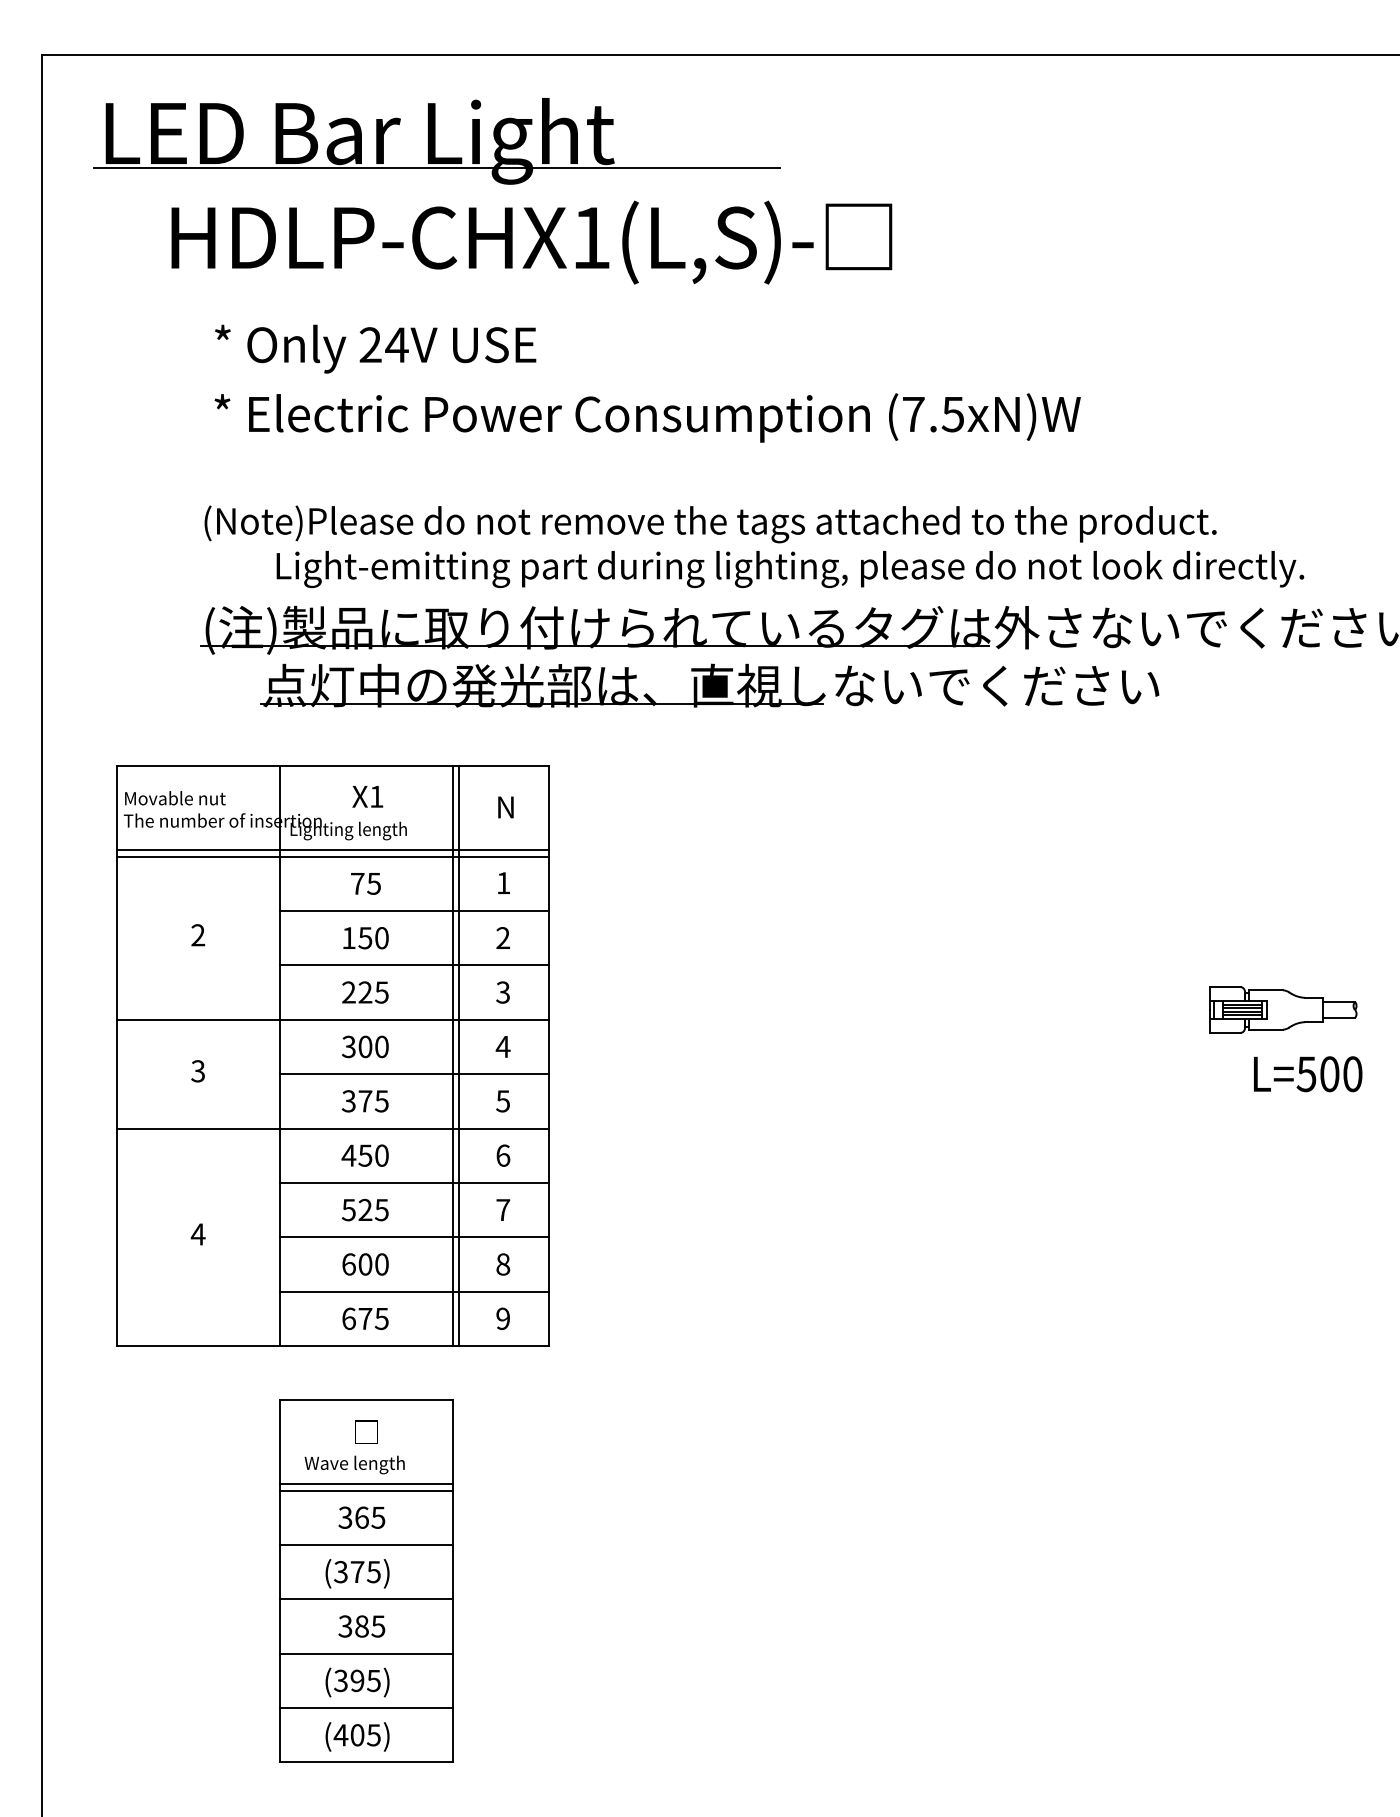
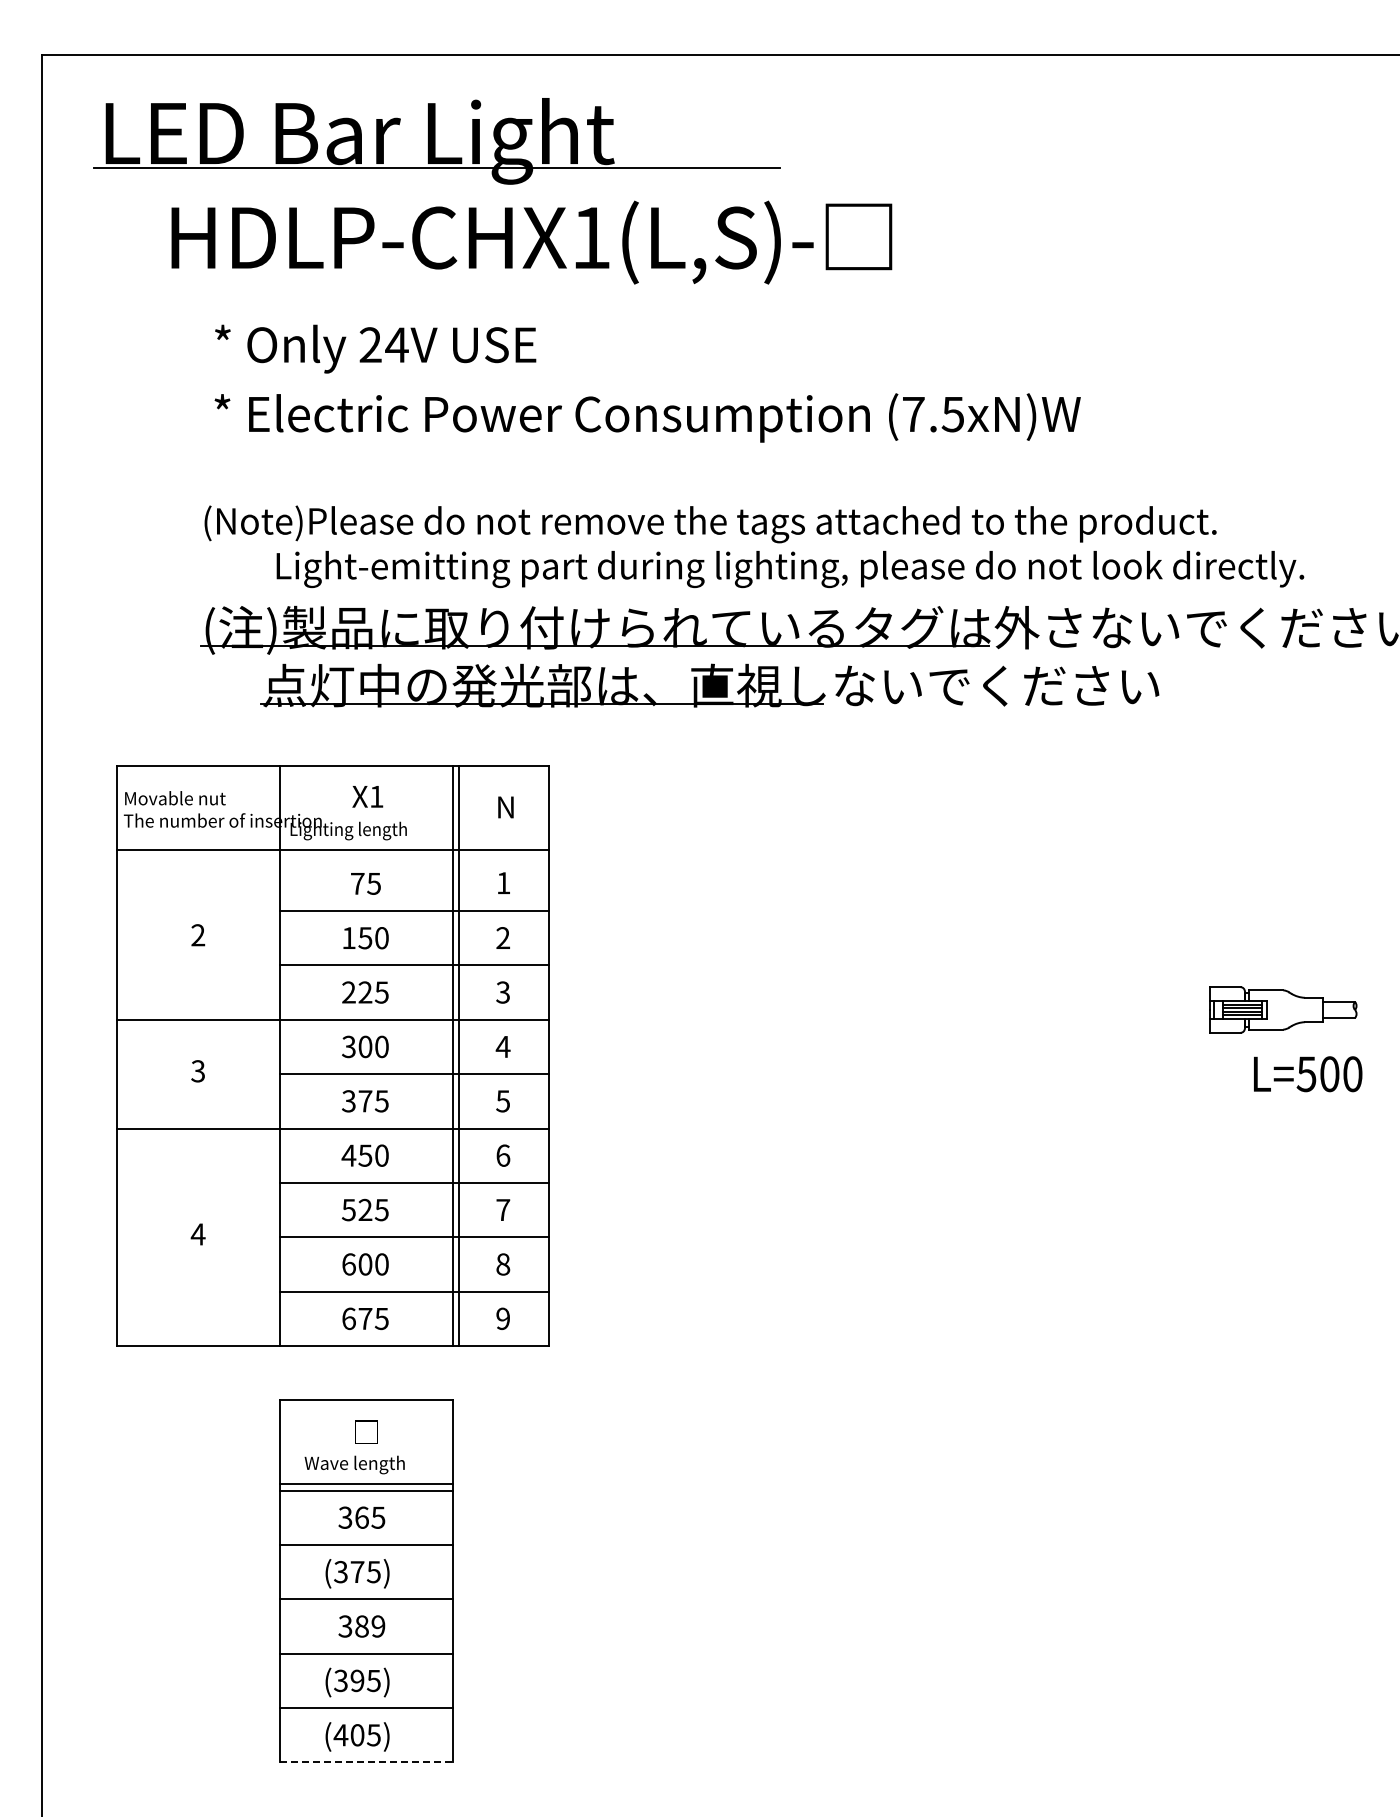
line at (332, 856): present -> none
text at (378, 1626): 385 -> 389
line at (367, 1762): solid -> dashed
